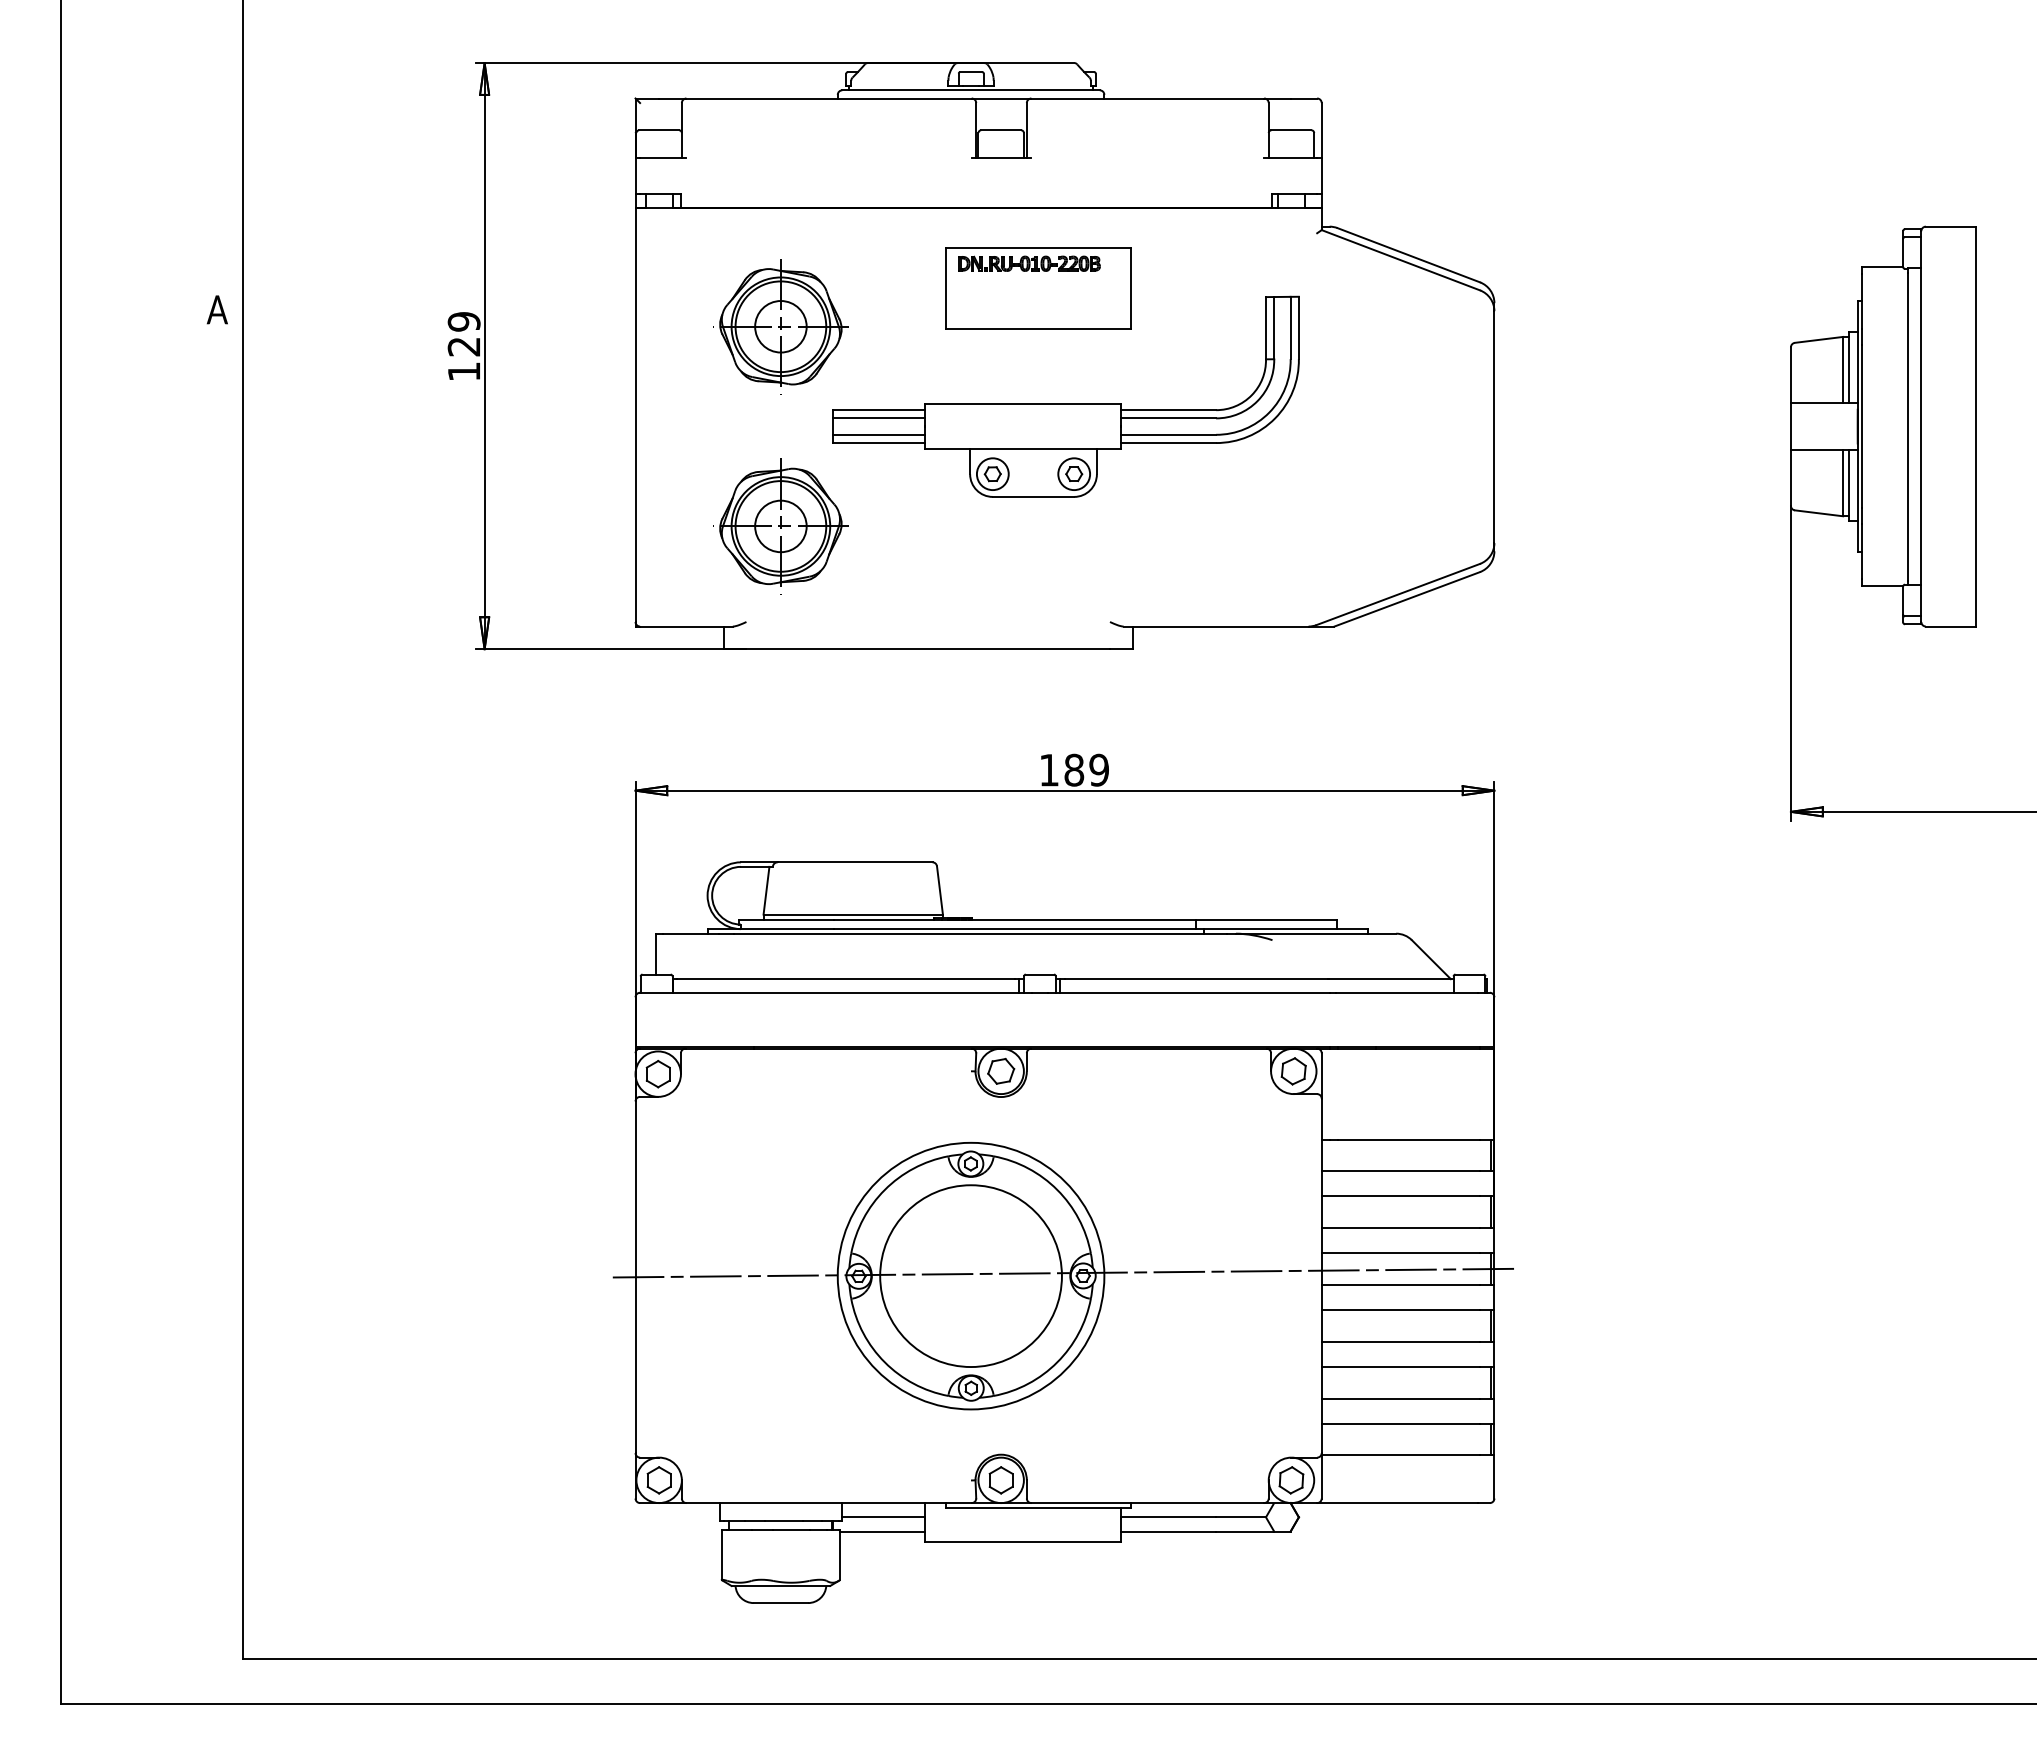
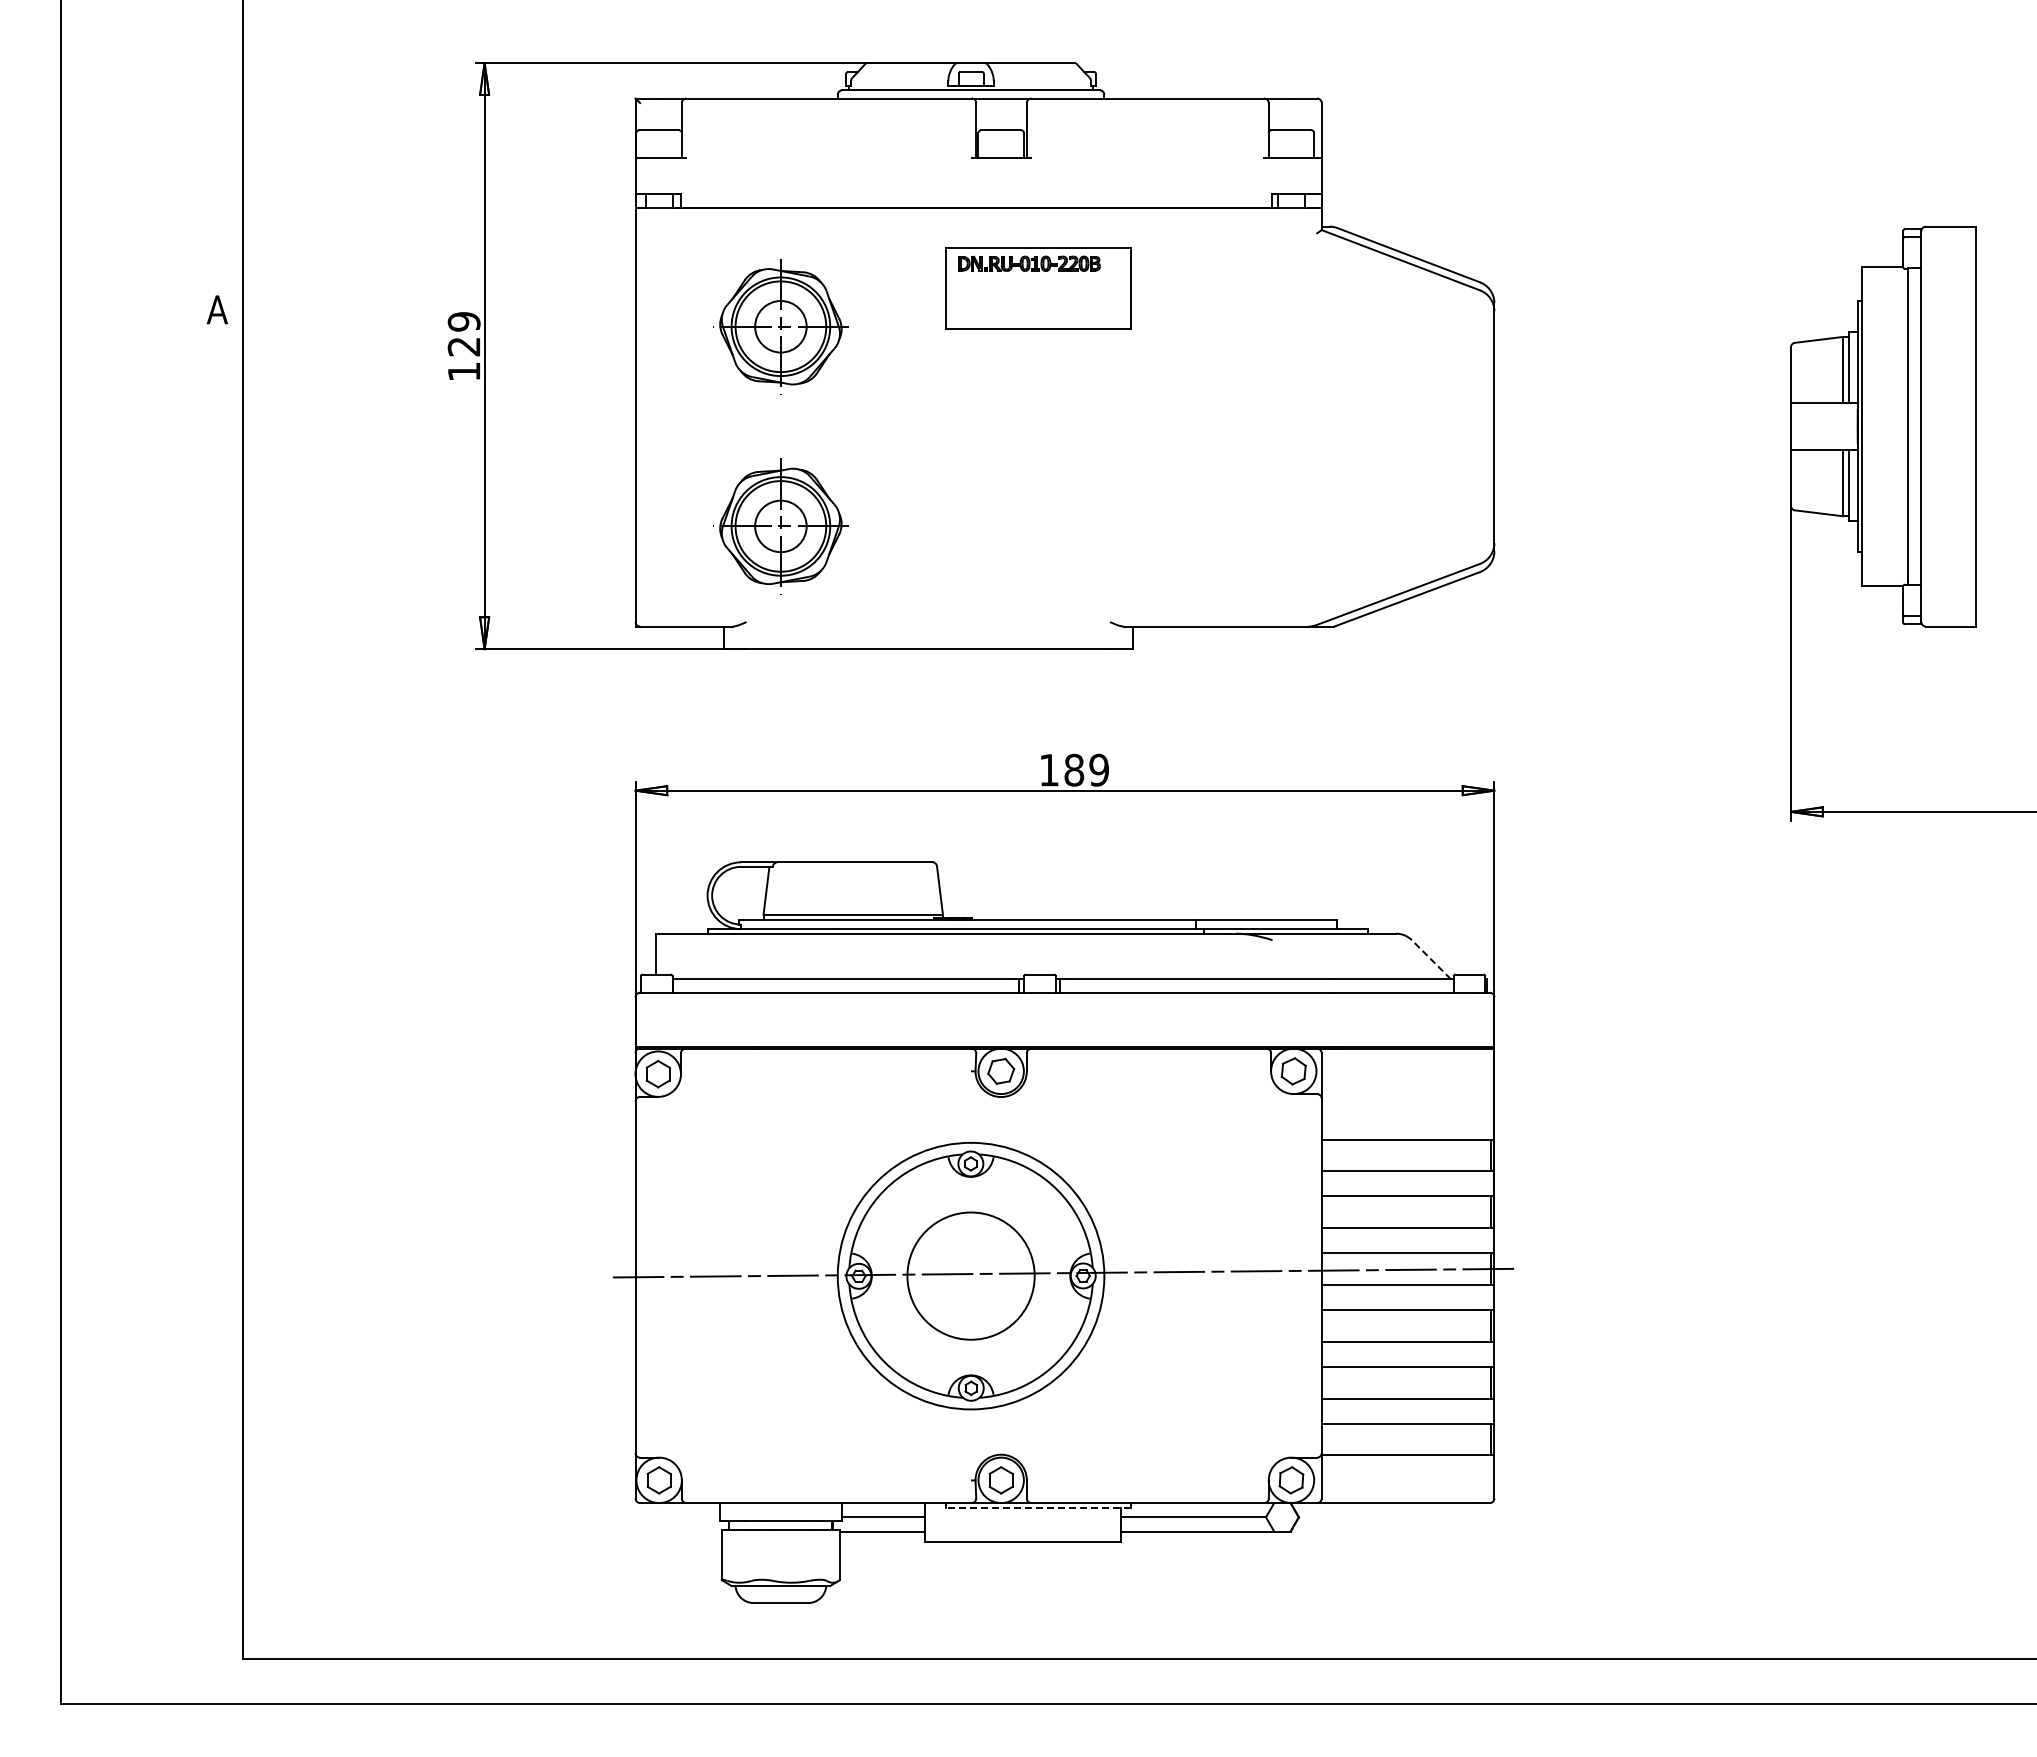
part at (1065, 403): present -> none
line at (1431, 959): solid -> dashed
circle at (970, 1276) diameter: 182 px -> 127 px
line at (1038, 1507): solid -> dashed
